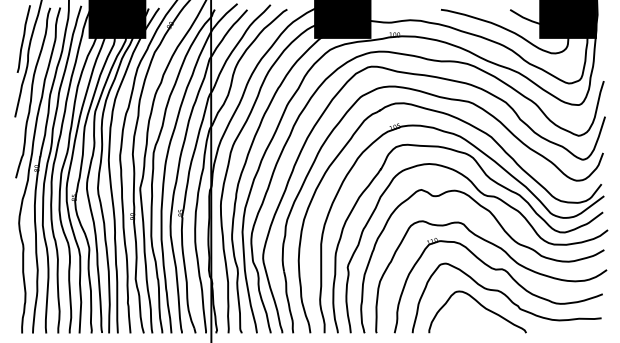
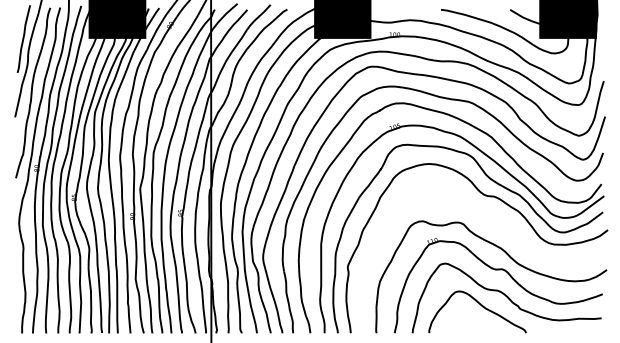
curve at (507, 235): present -> none
